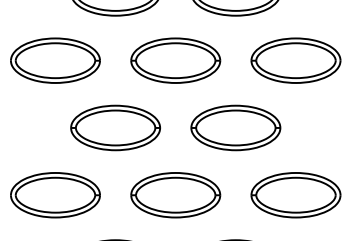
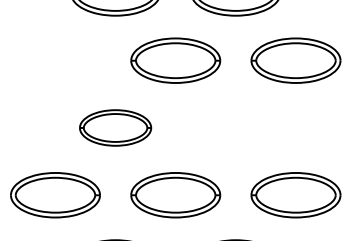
part at (55, 60): present -> none
part at (115, 127) size: 91x48 px -> 74x38 px
part at (235, 127): present -> none
